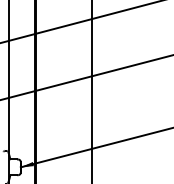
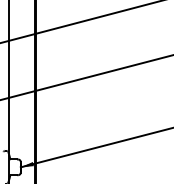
line at (91, 91): present -> none
